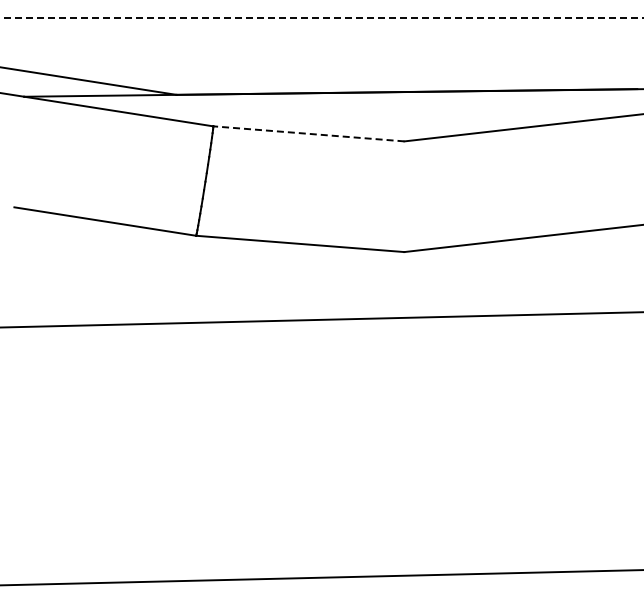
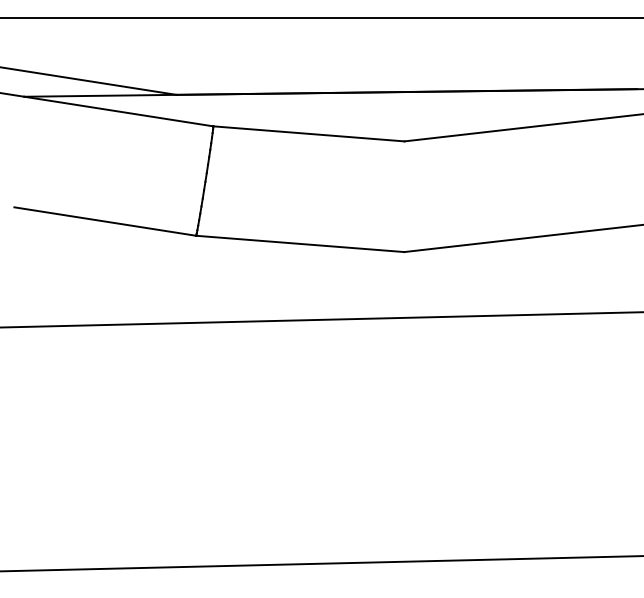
line at (322, 17): dashed -> solid
line at (308, 133): dashed -> solid
line at (321, 577) position: (321, 577) -> (321, 563)
